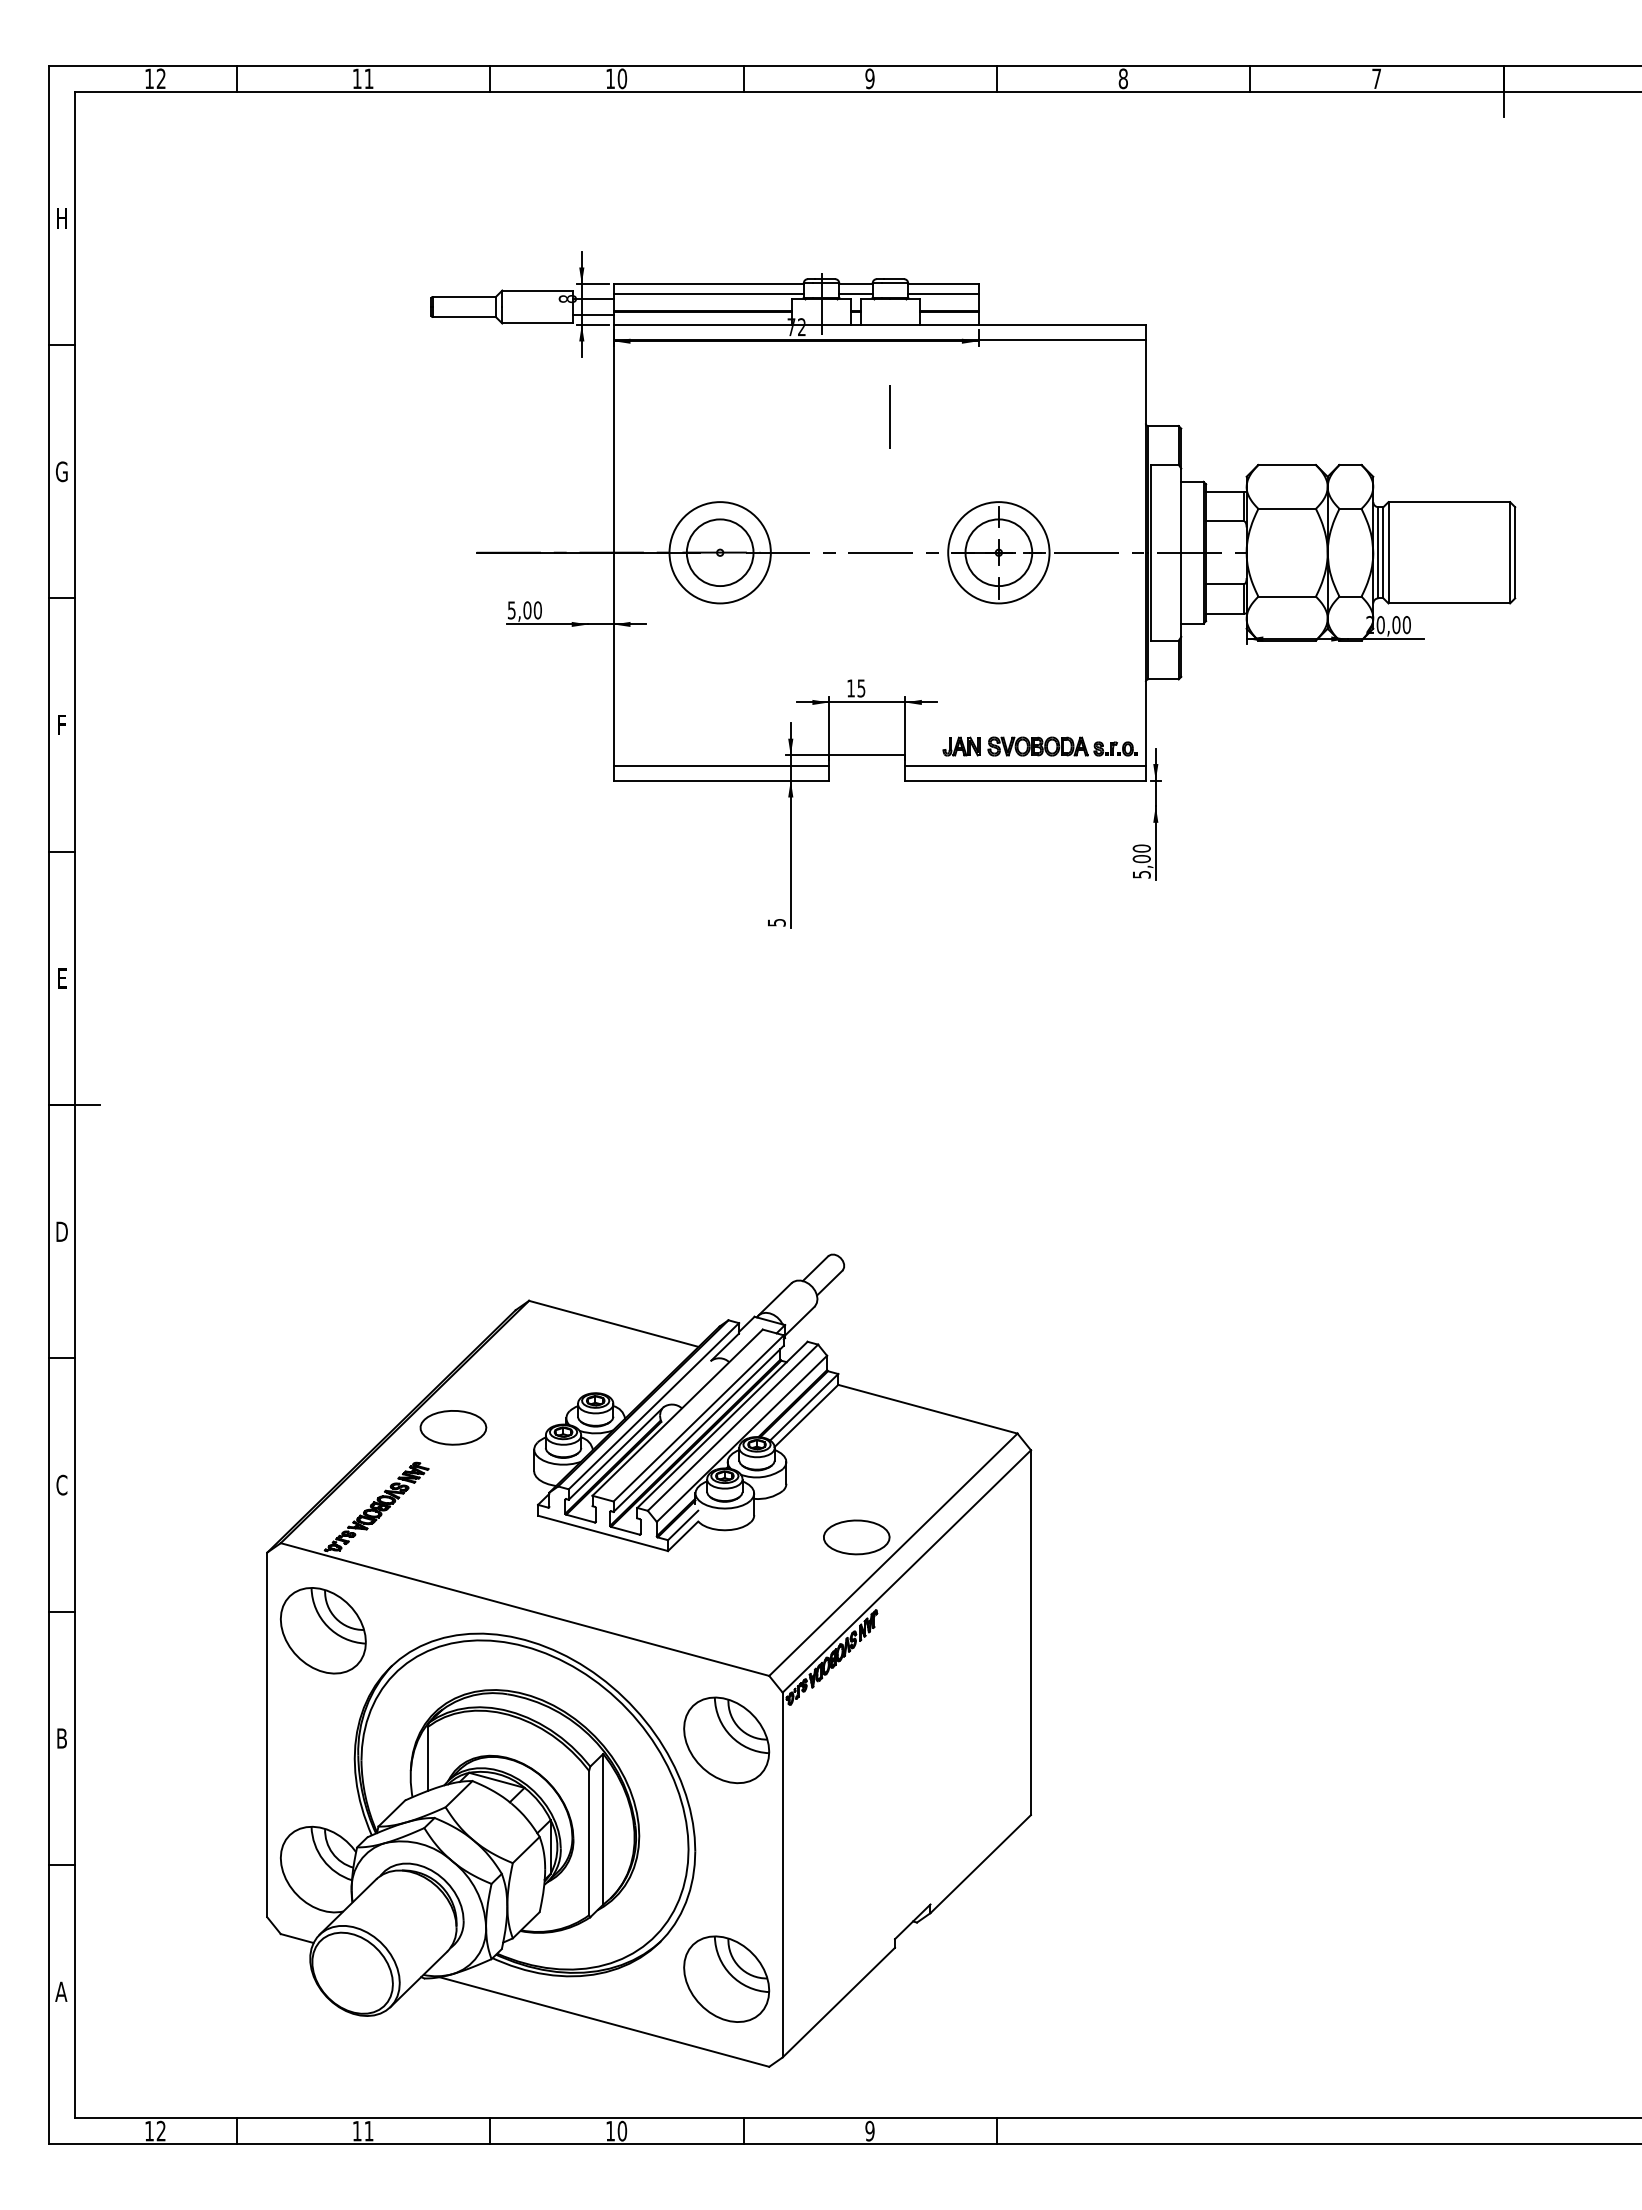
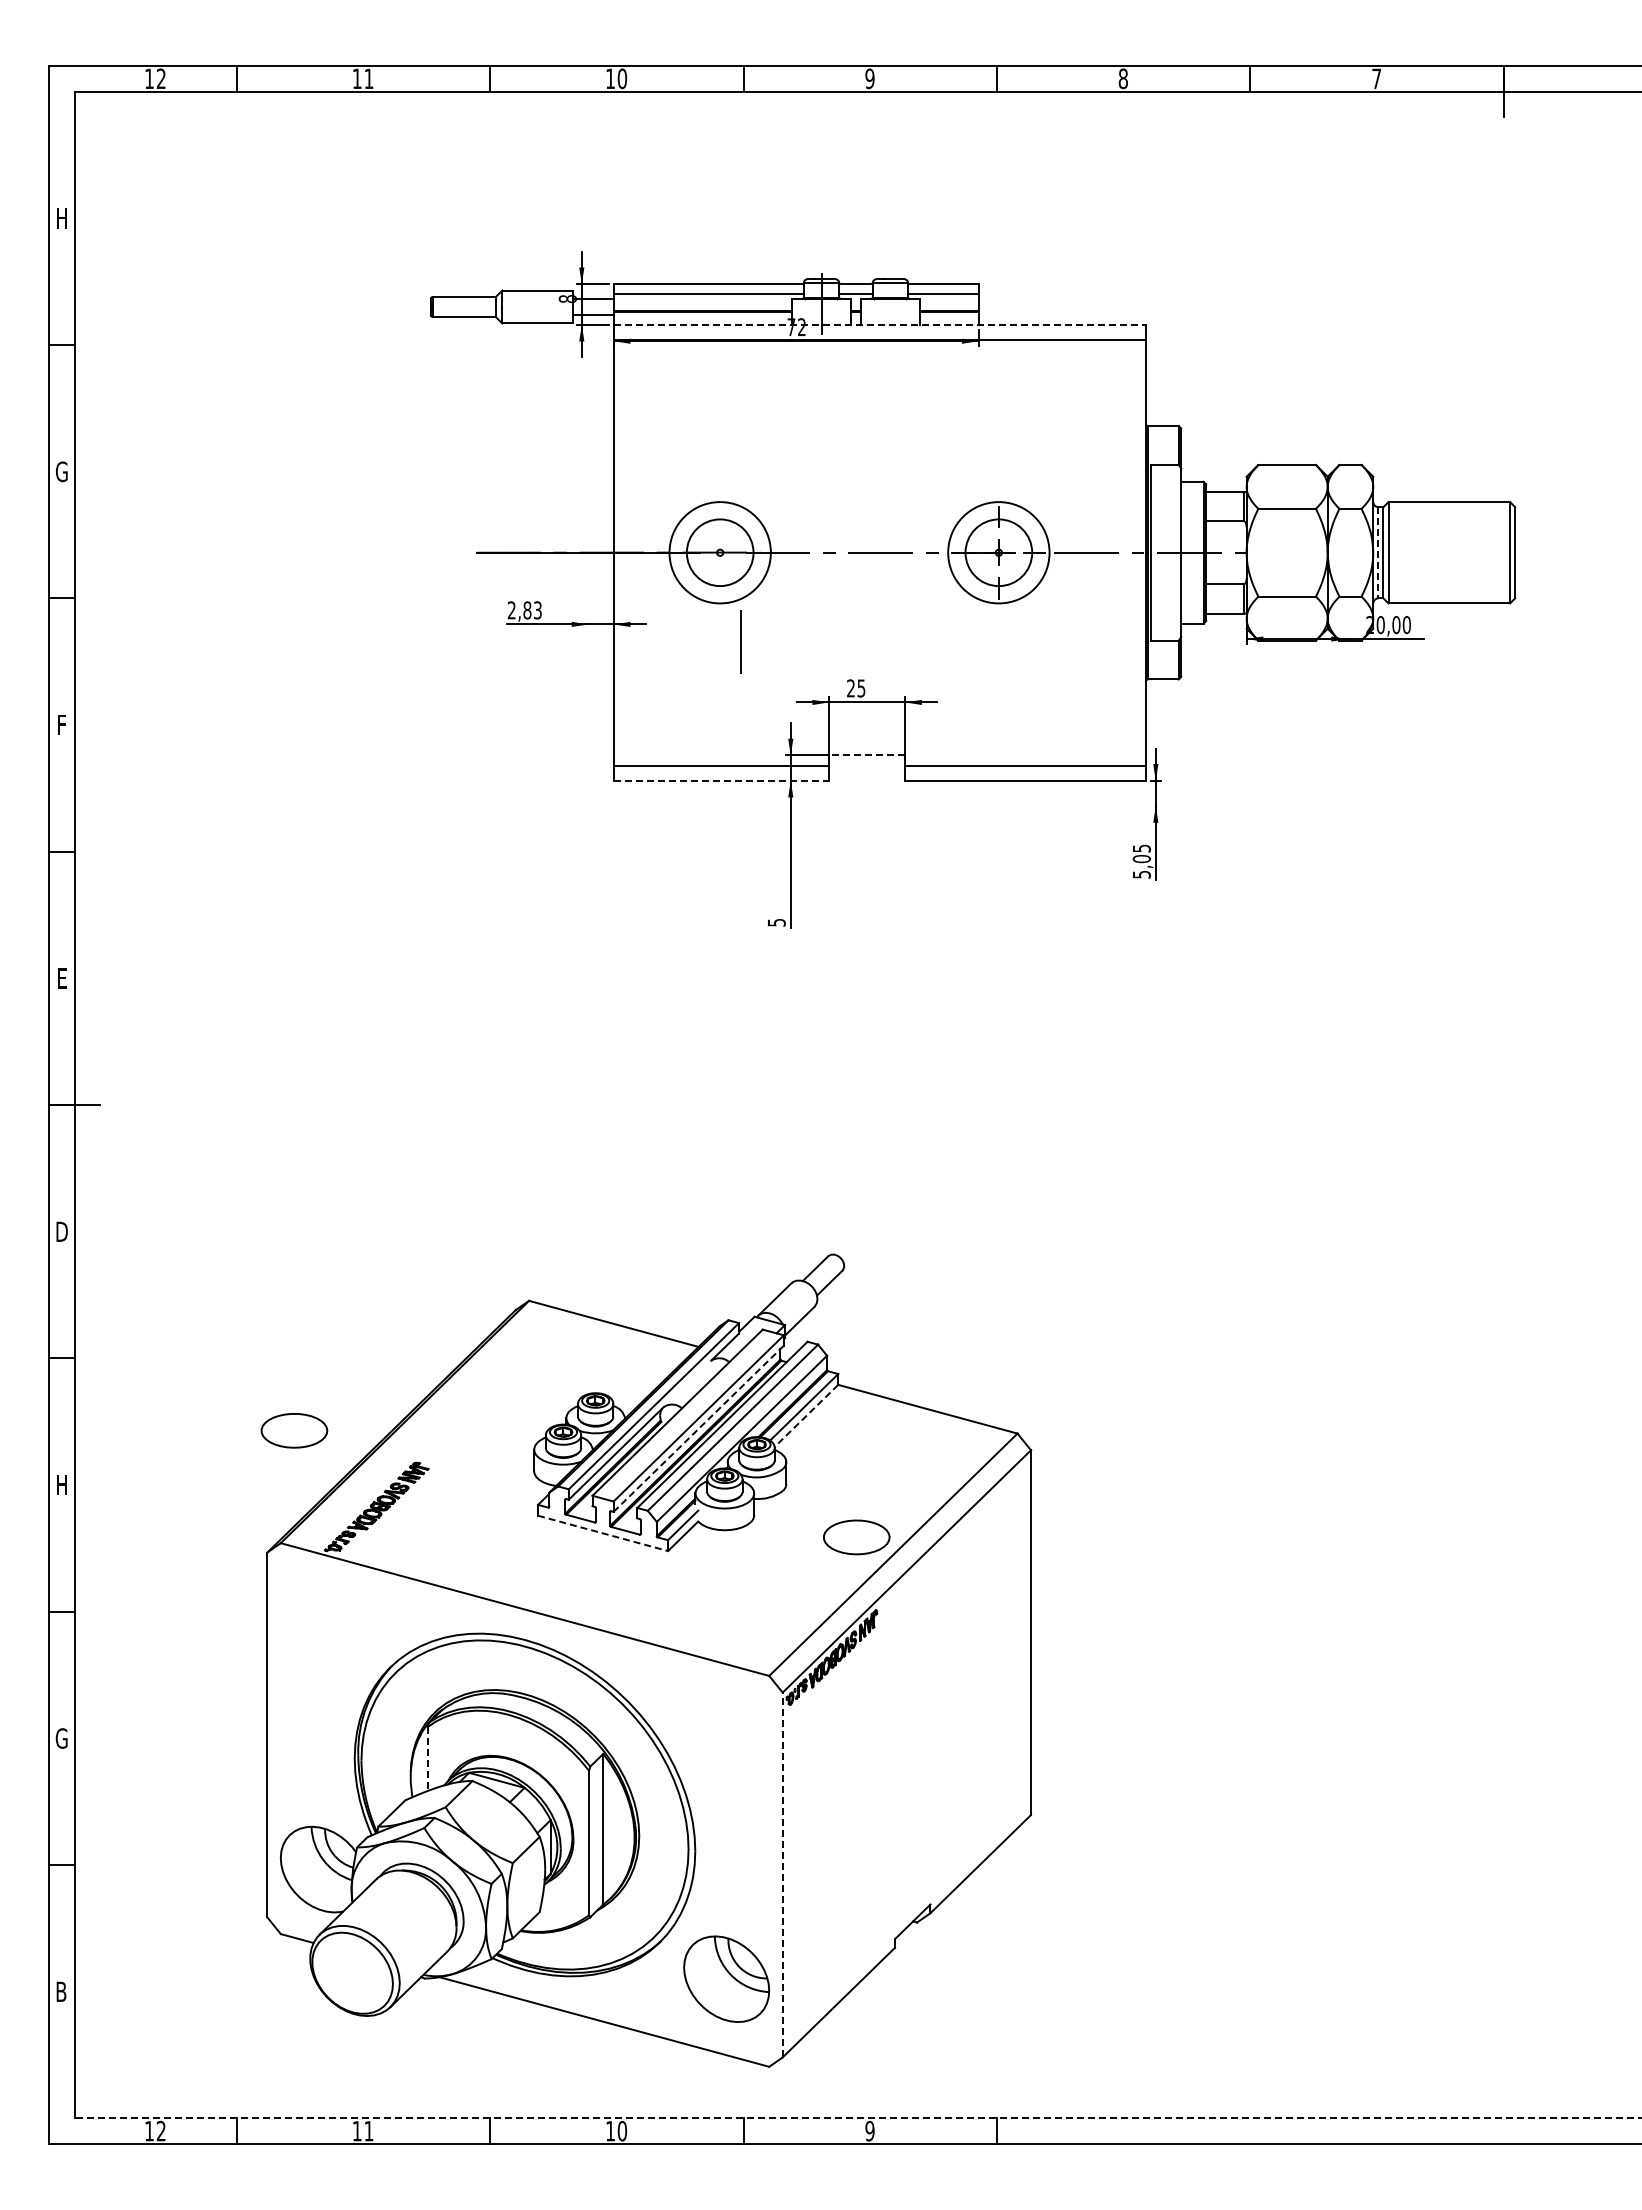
line at (880, 324): solid -> dashed
line at (889, 416) position: (889, 416) -> (740, 641)
line at (1378, 552): solid -> dashed
text at (524, 610): 5,00 -> 2,83
text at (850, 688): 15 -> 25
part at (1039, 746): present -> none
line at (866, 755): solid -> dashed
line at (721, 780): solid -> dashed
text at (1141, 848): 5,00 -> 5,05
line at (806, 1415): solid -> dashed
part at (453, 1427) position: (453, 1427) -> (294, 1430)
line at (698, 1428): solid -> dashed
text at (61, 1484): C -> H
line at (603, 1533): solid -> dashed
part at (322, 1630): present -> none
text at (61, 1738): B -> G
part at (726, 1740): present -> none
line at (427, 1759): solid -> dashed
line at (782, 1874): solid -> dashed
text at (61, 1991): A -> B
line at (857, 2118): solid -> dashed
